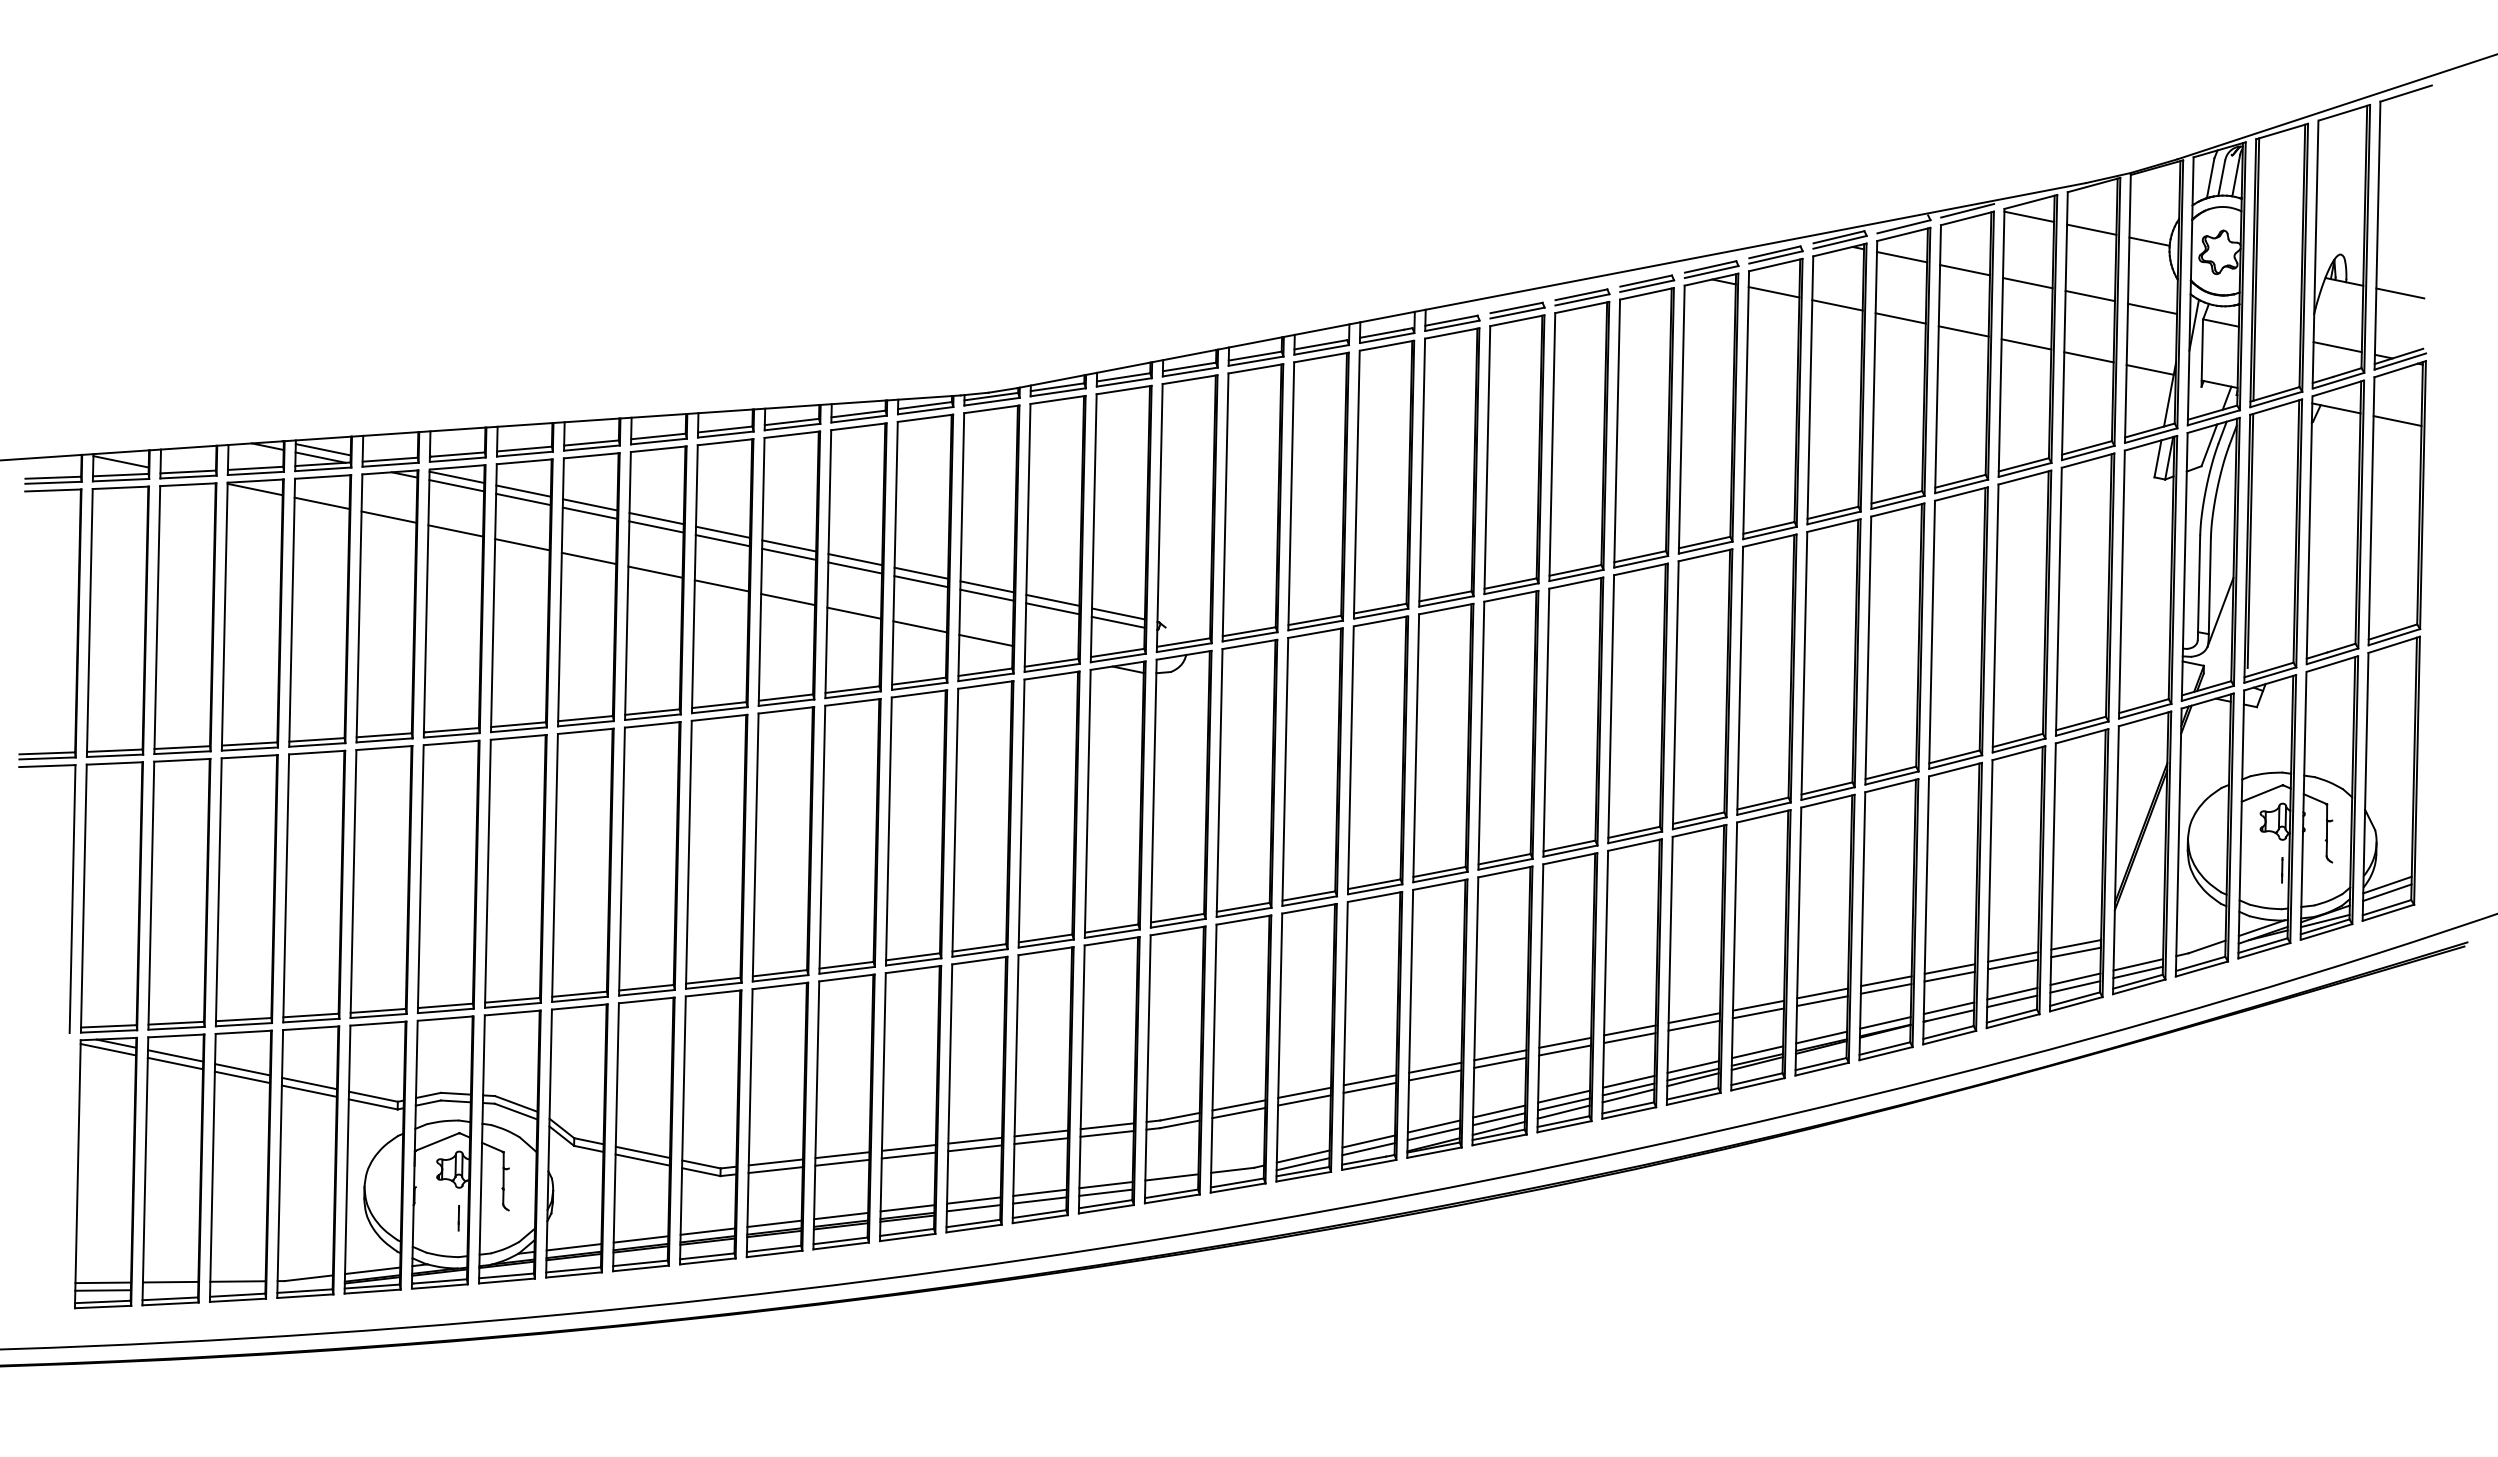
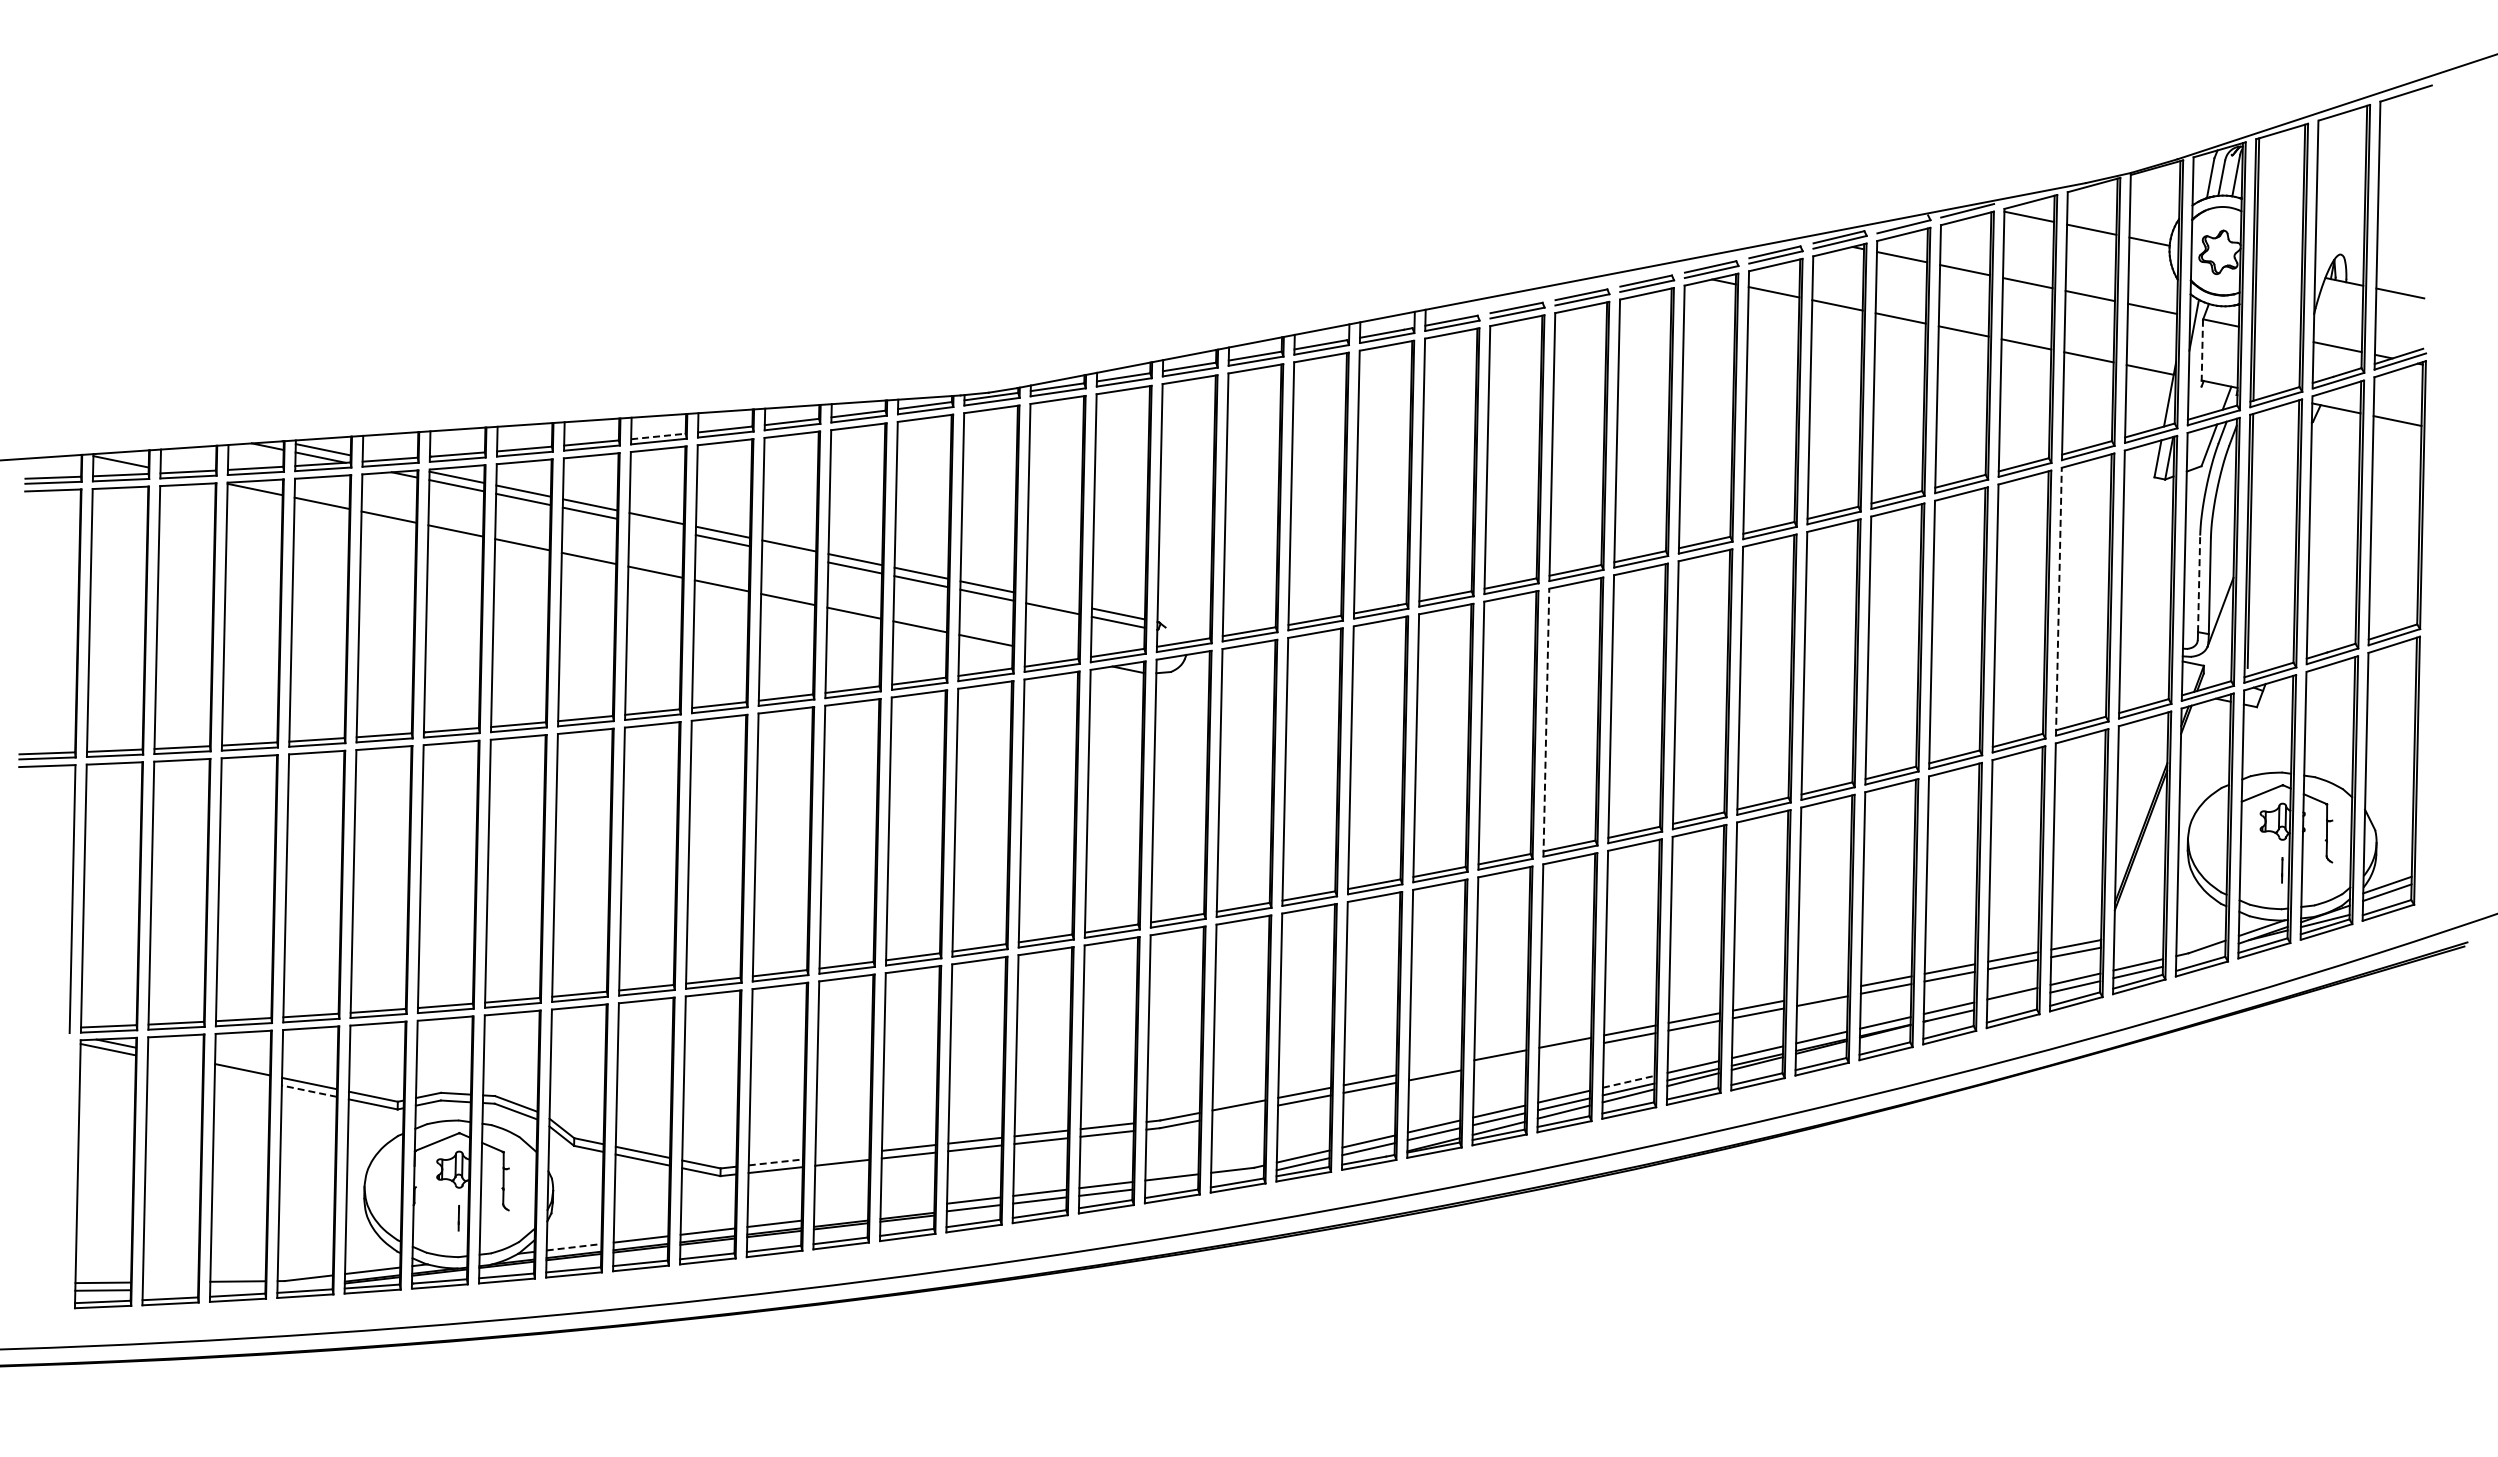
line at (2202, 353): solid -> dashed
line at (658, 436): solid -> dashed
line at (656, 526): present -> none
line at (789, 553): present -> none
line at (2199, 583): solid -> dashed
line at (1052, 599): present -> none
line at (2058, 601): solid -> dashed
line at (1546, 722): solid -> dashed
line at (1822, 993): present -> none
line at (2012, 1001): present -> none
line at (1565, 1050): present -> none
line at (175, 1055): present -> none
line at (1500, 1062): present -> none
line at (175, 1063): present -> none
line at (1435, 1067): present -> none
line at (241, 1077): present -> none
line at (1629, 1081): solid -> dashed
line at (308, 1091): solid -> dashed
line at (1238, 1112): present -> none
line at (842, 1155): present -> none
line at (776, 1162): solid -> dashed
line at (907, 1208): present -> none
line at (841, 1215): present -> none
line at (574, 1247): solid -> dashed
line at (170, 1281): present -> none
